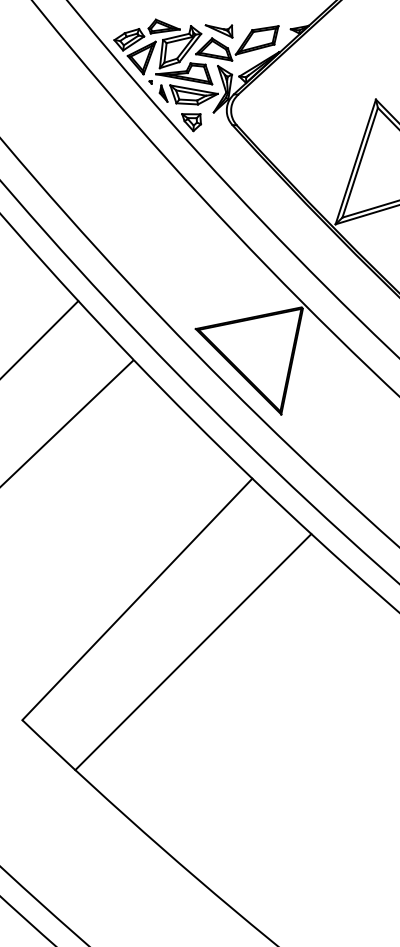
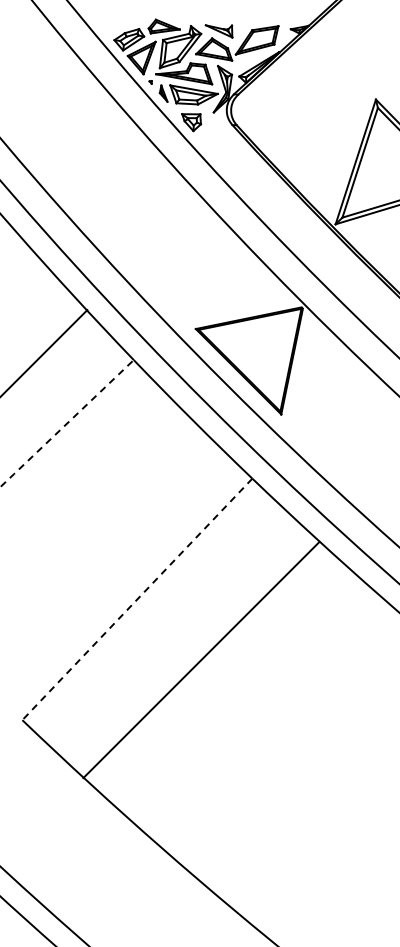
line at (40, 338) position: (40, 338) -> (44, 352)
line at (66, 423): solid -> dashed
line at (137, 599): solid -> dashed
line at (193, 652) position: (193, 652) -> (201, 660)
